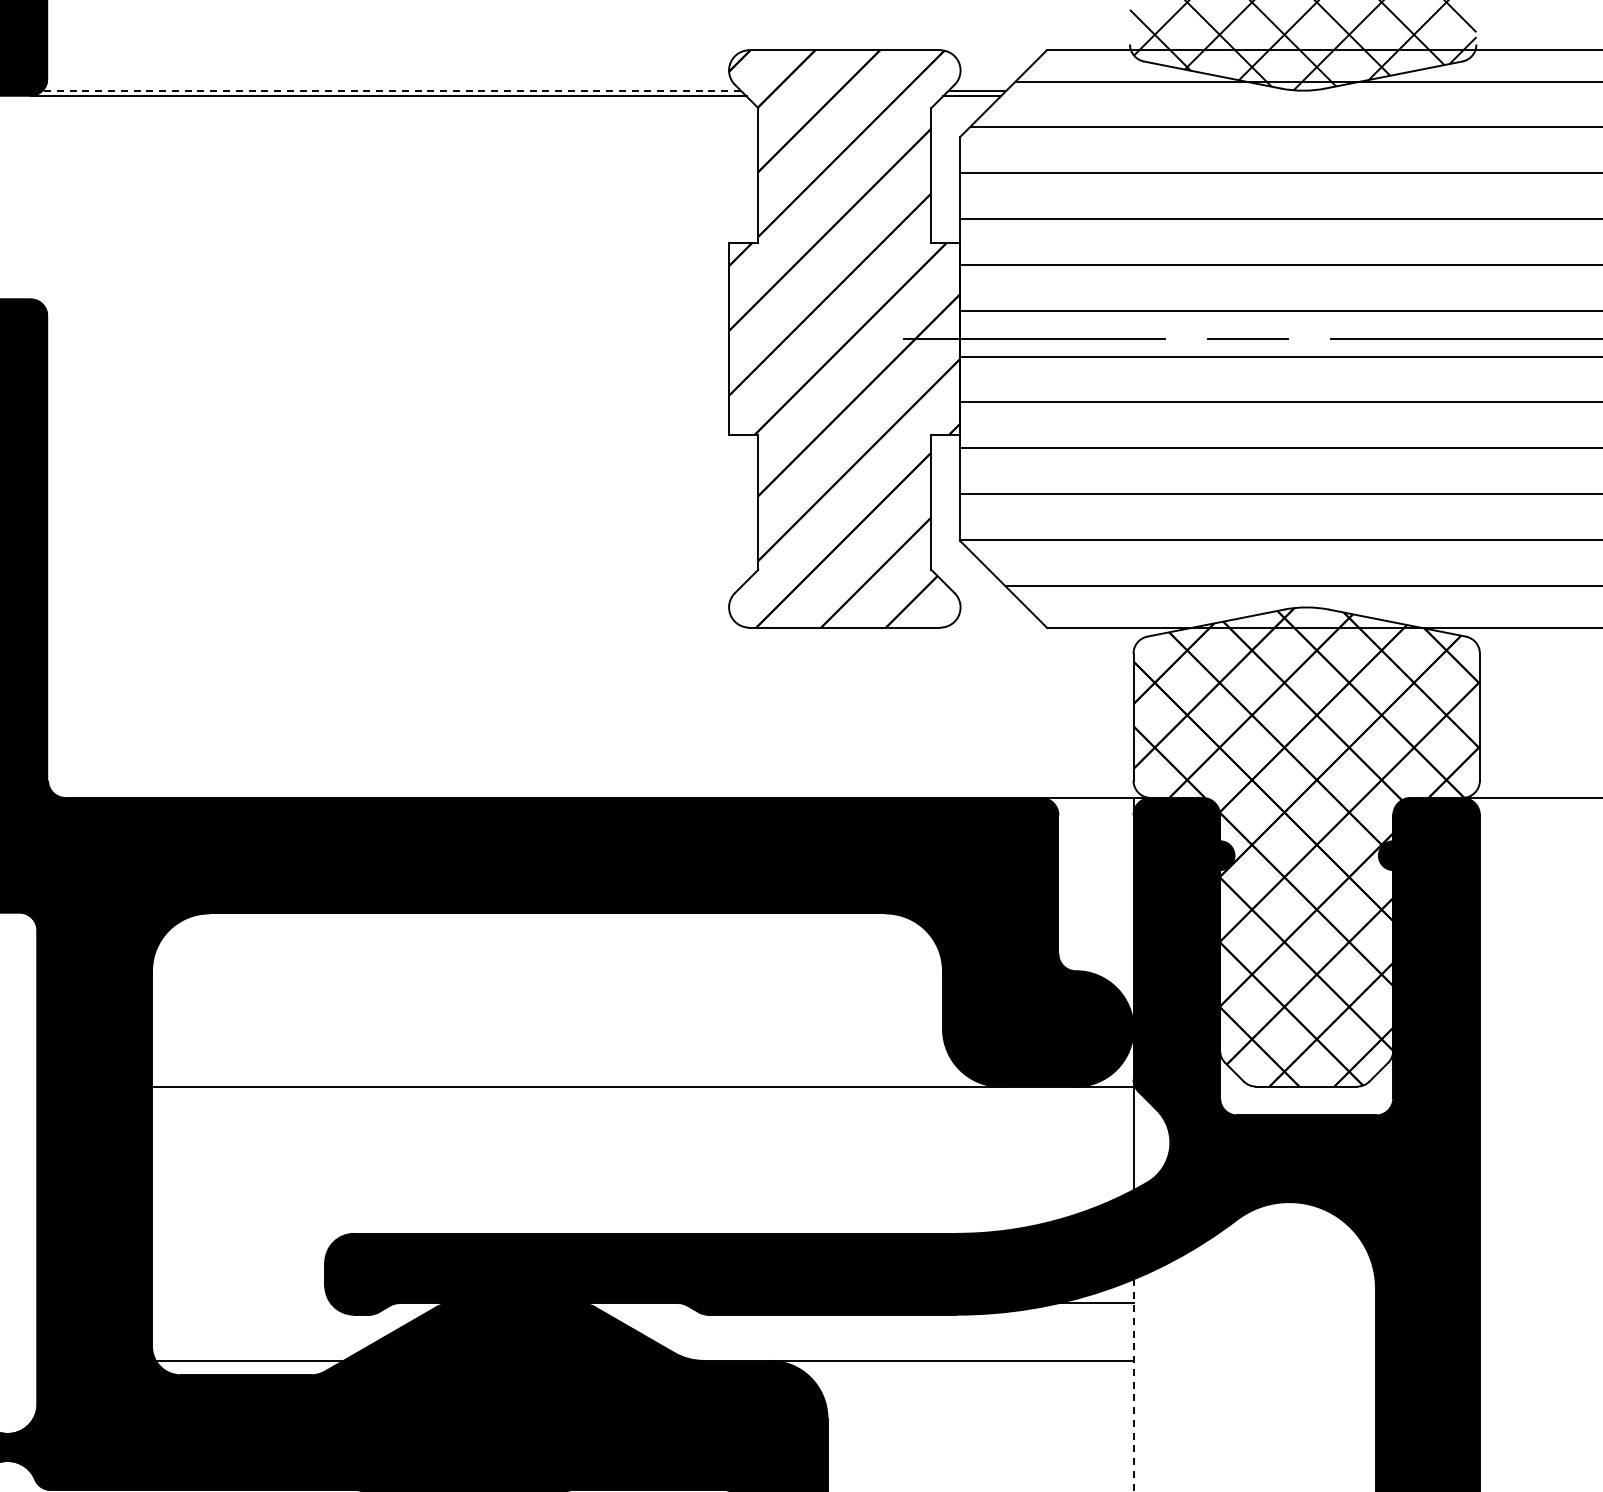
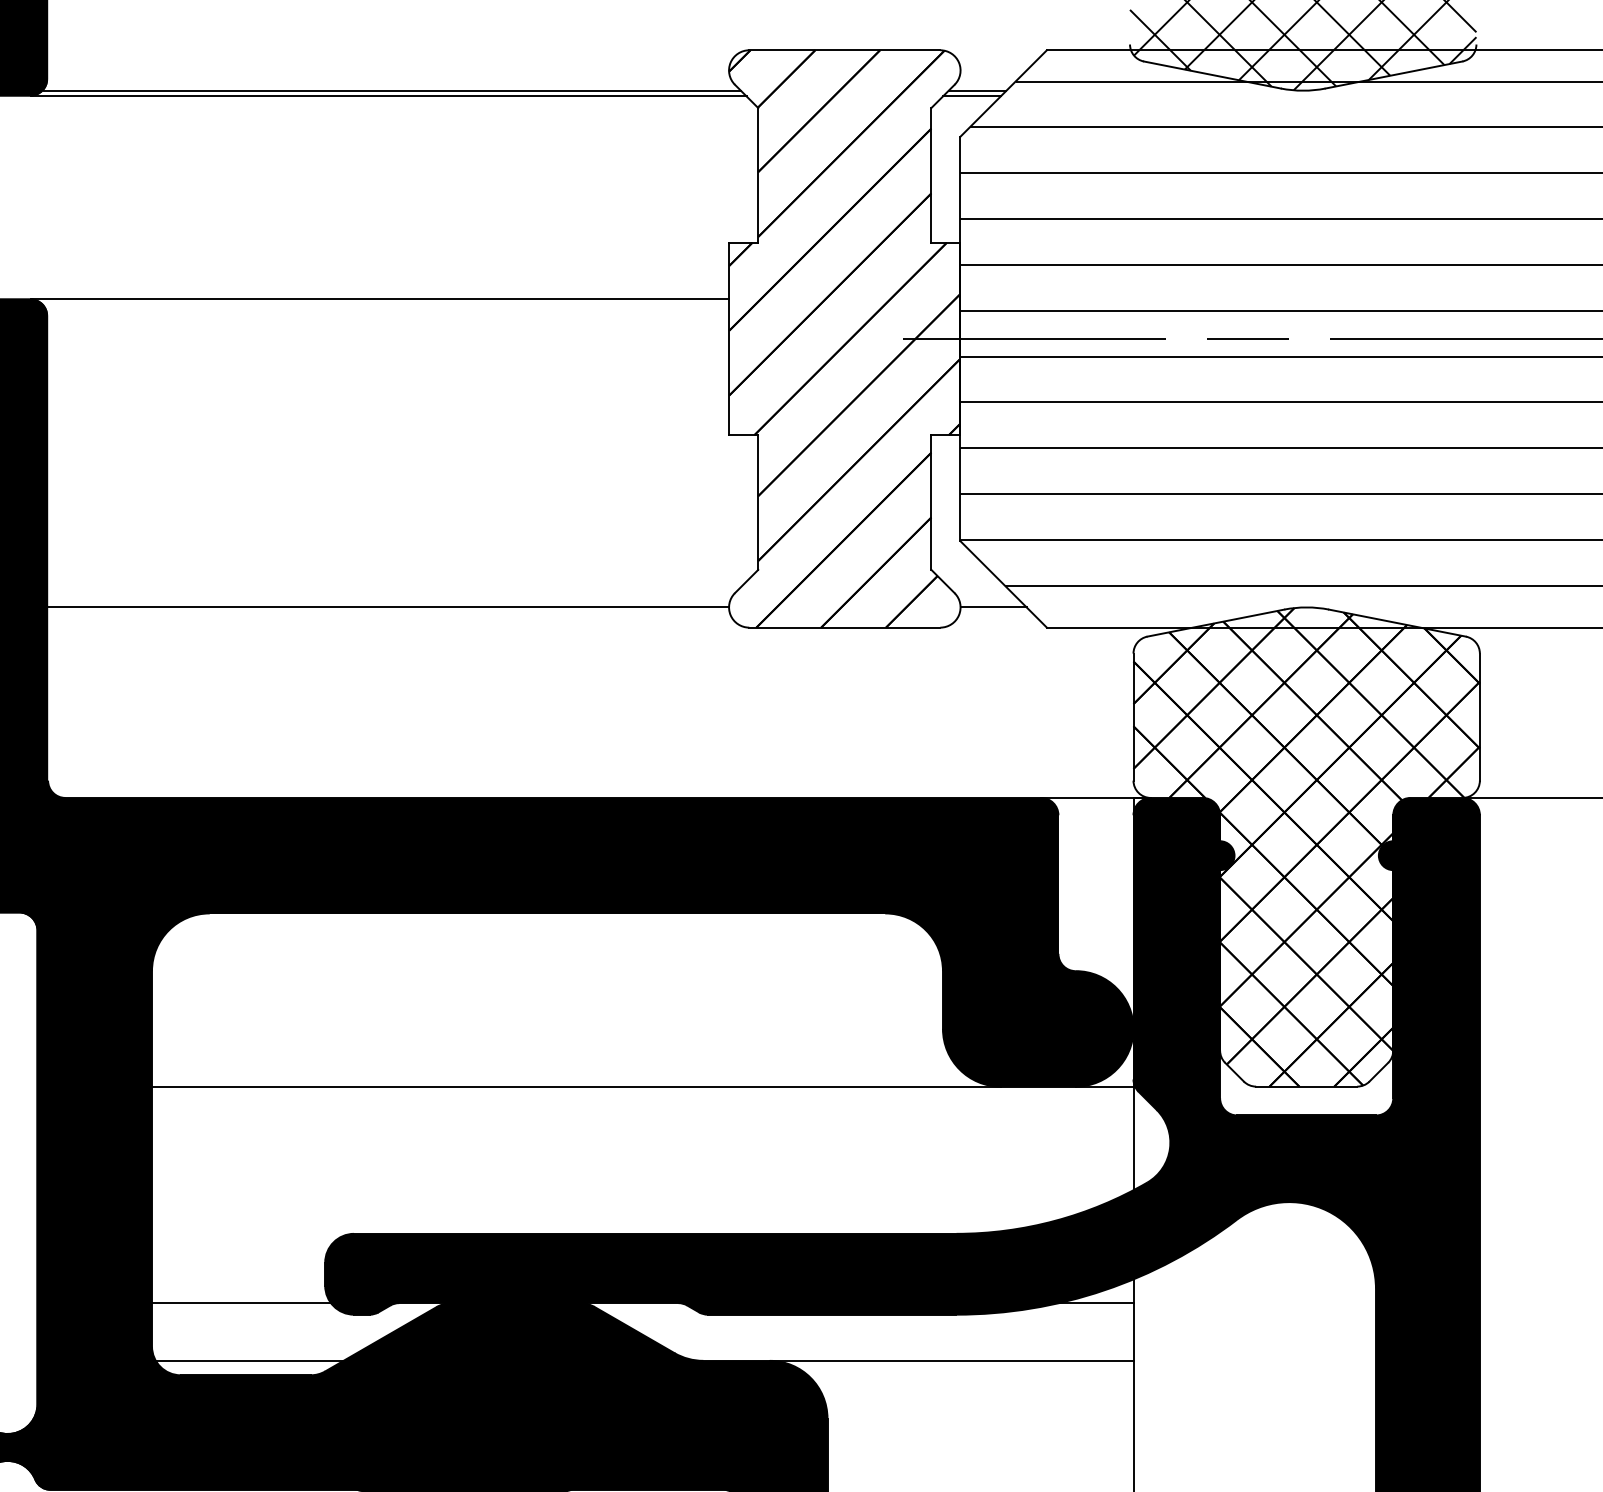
line at (392, 90): dashed -> solid
line at (379, 298): none -> present
line at (388, 607): none -> present
line at (993, 607): none -> present
line at (241, 1303): none -> present
line at (1133, 1385): dashed -> solid
